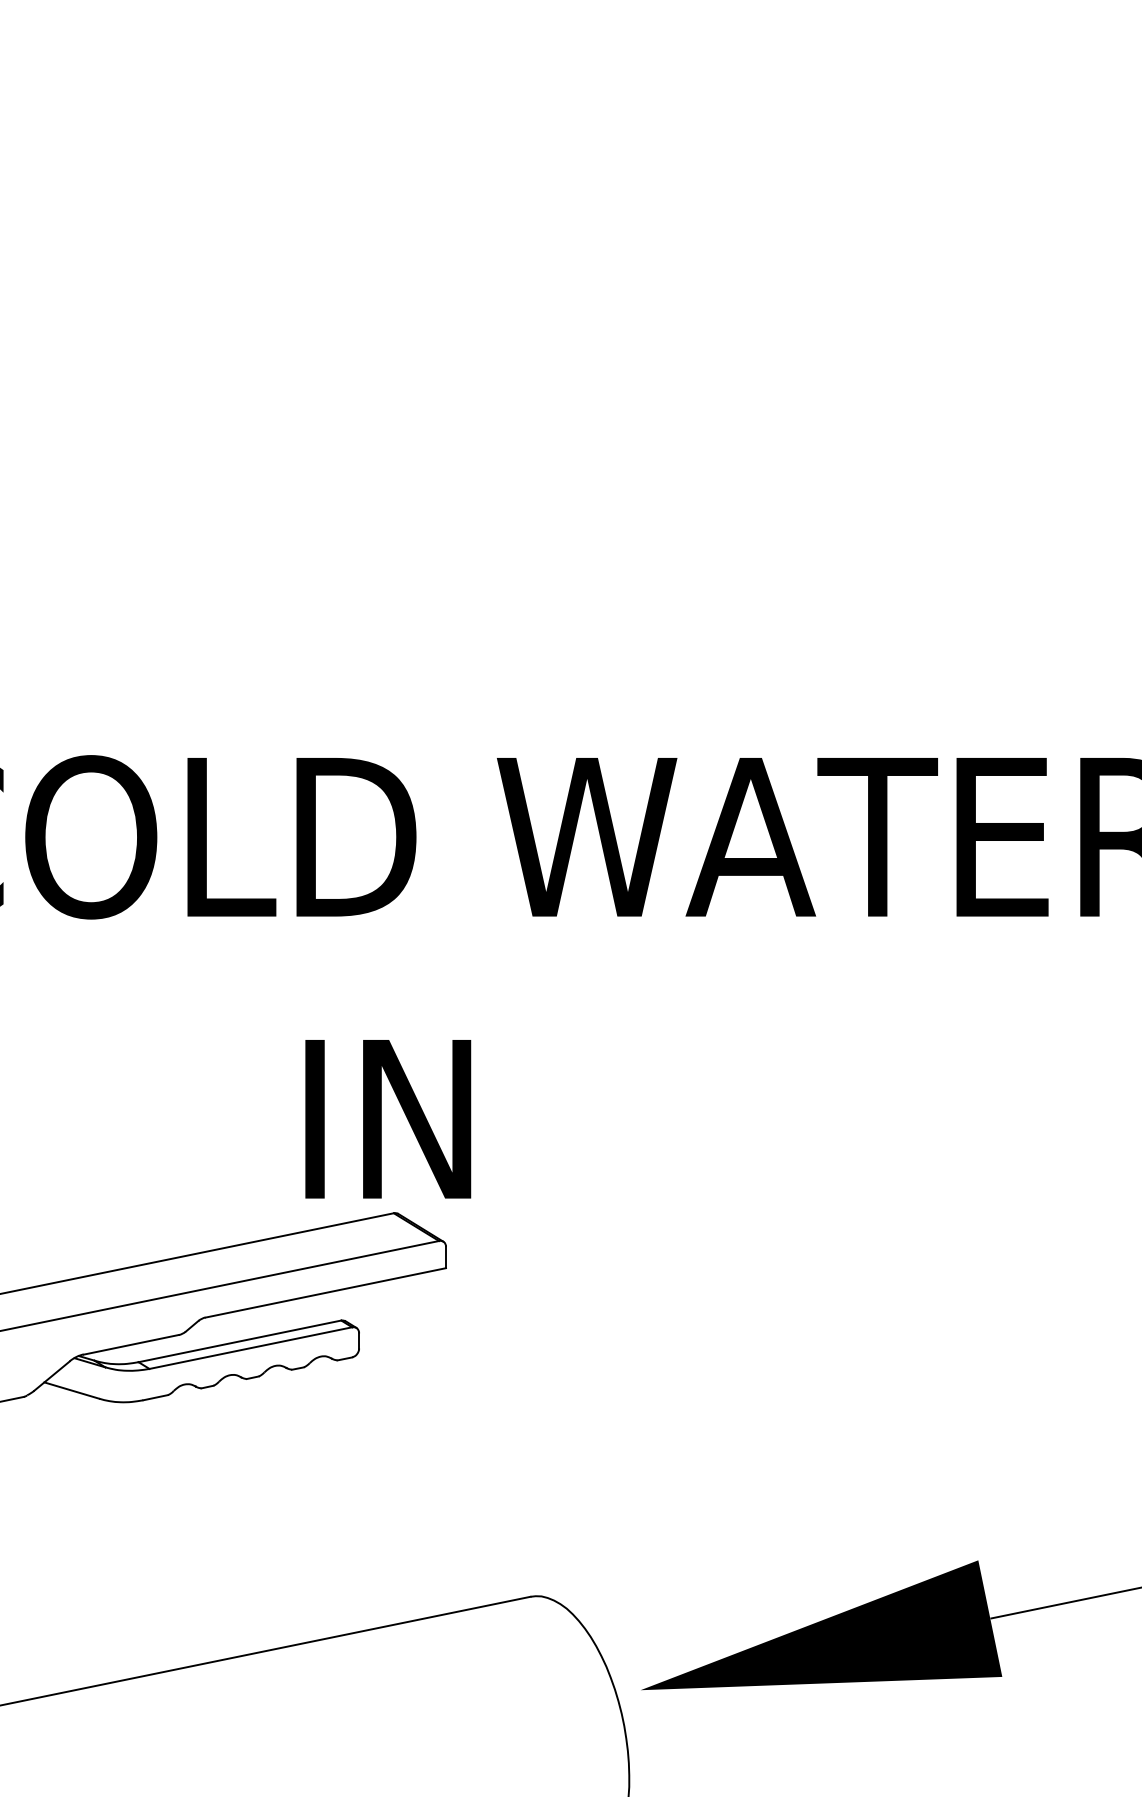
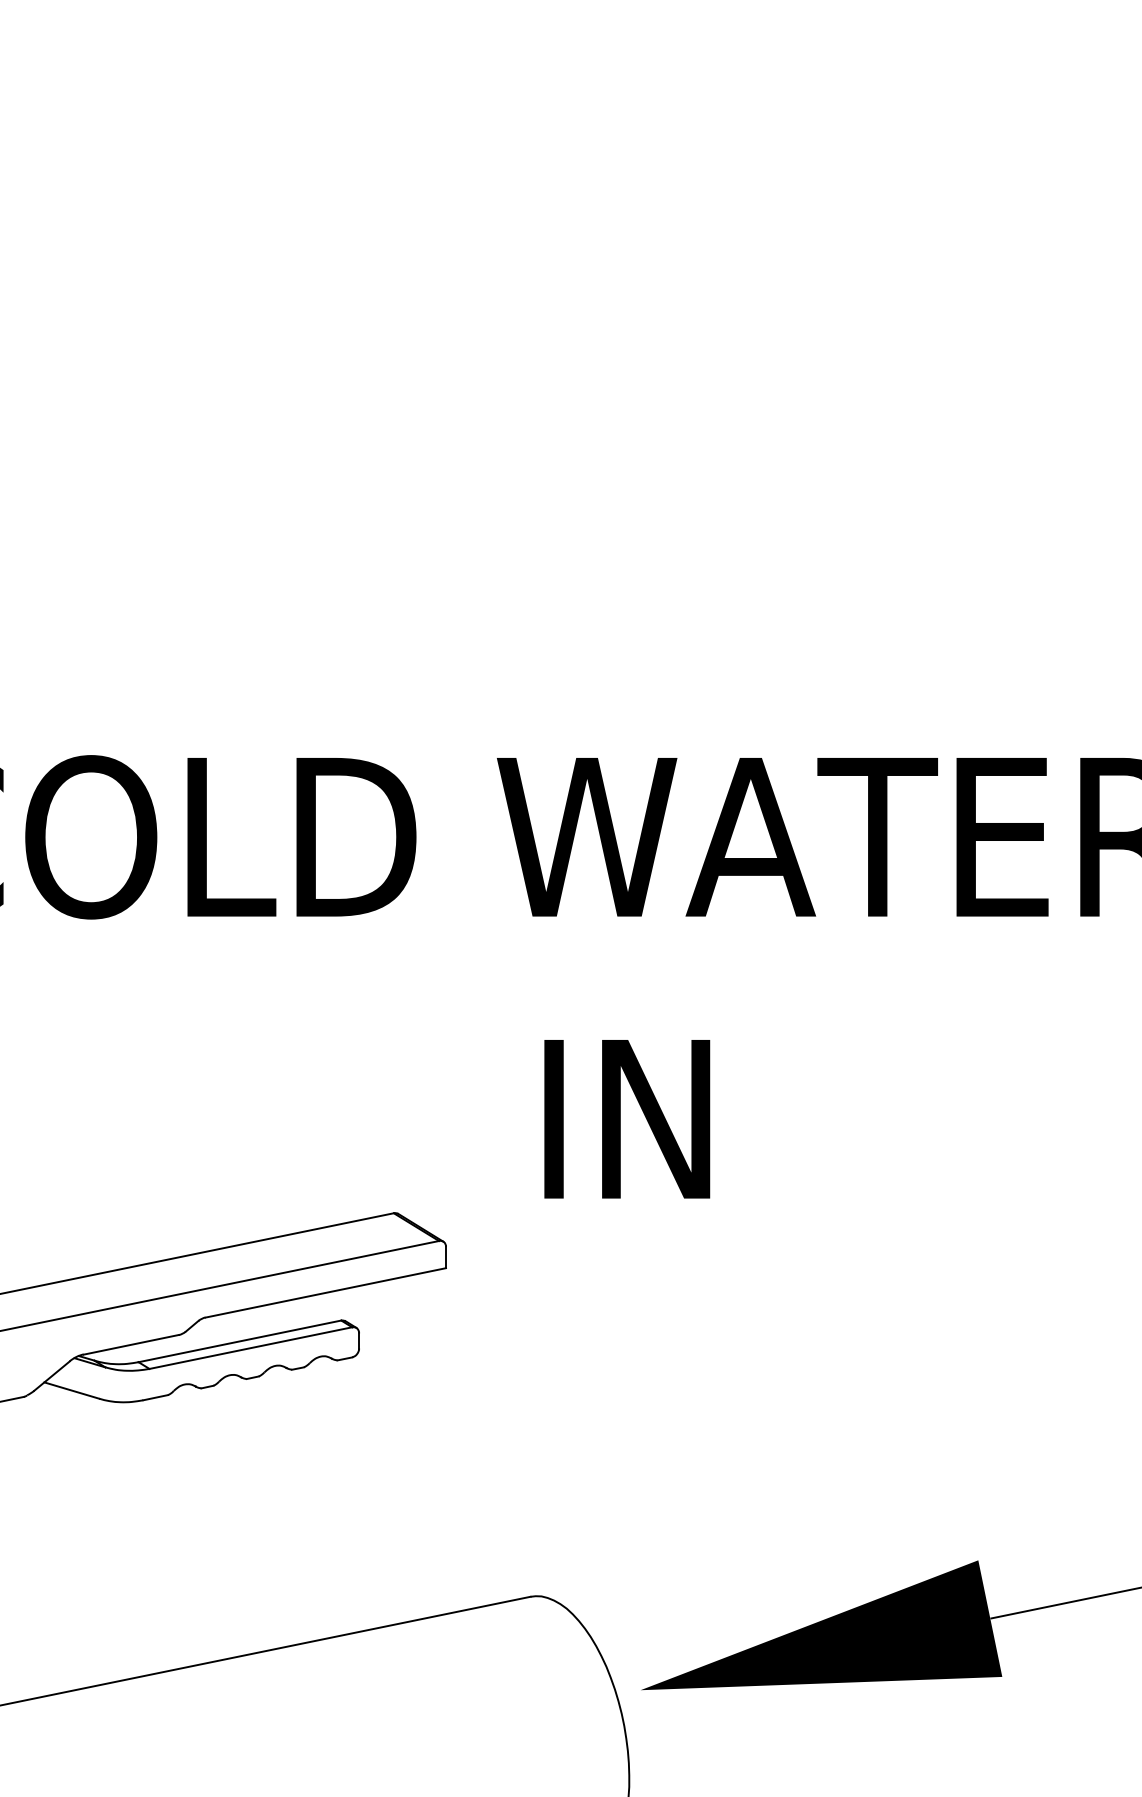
text at (388, 1119) position: (388, 1119) -> (627, 1119)
